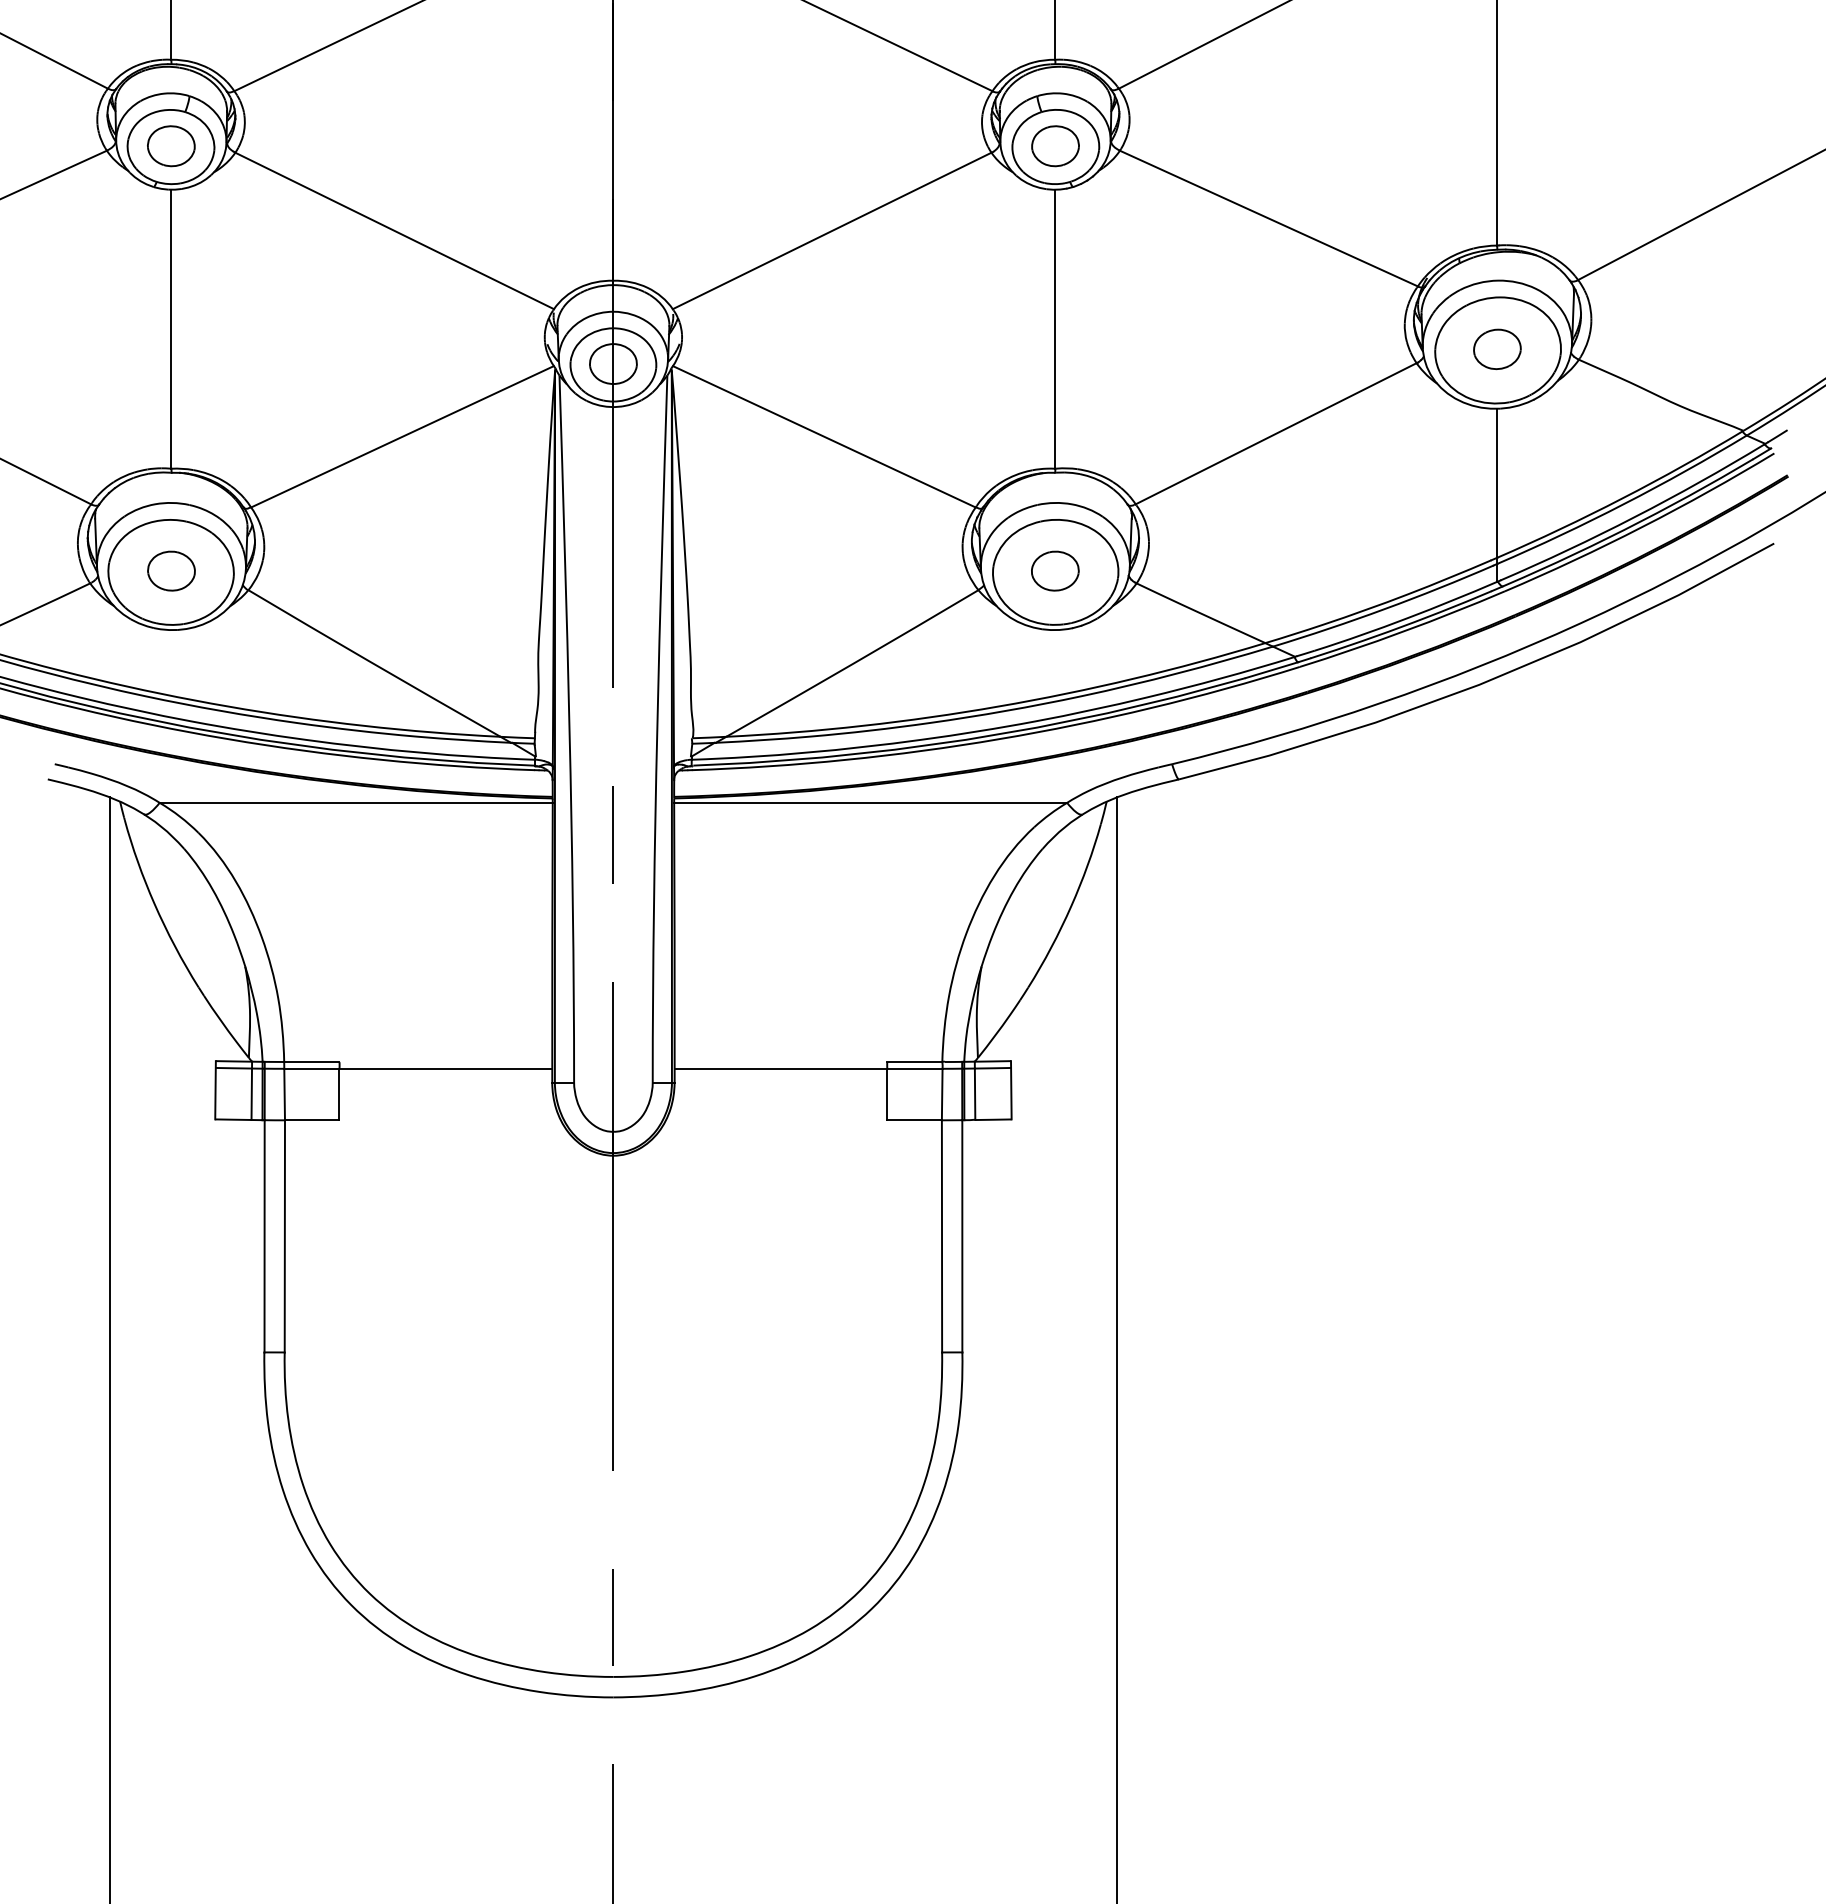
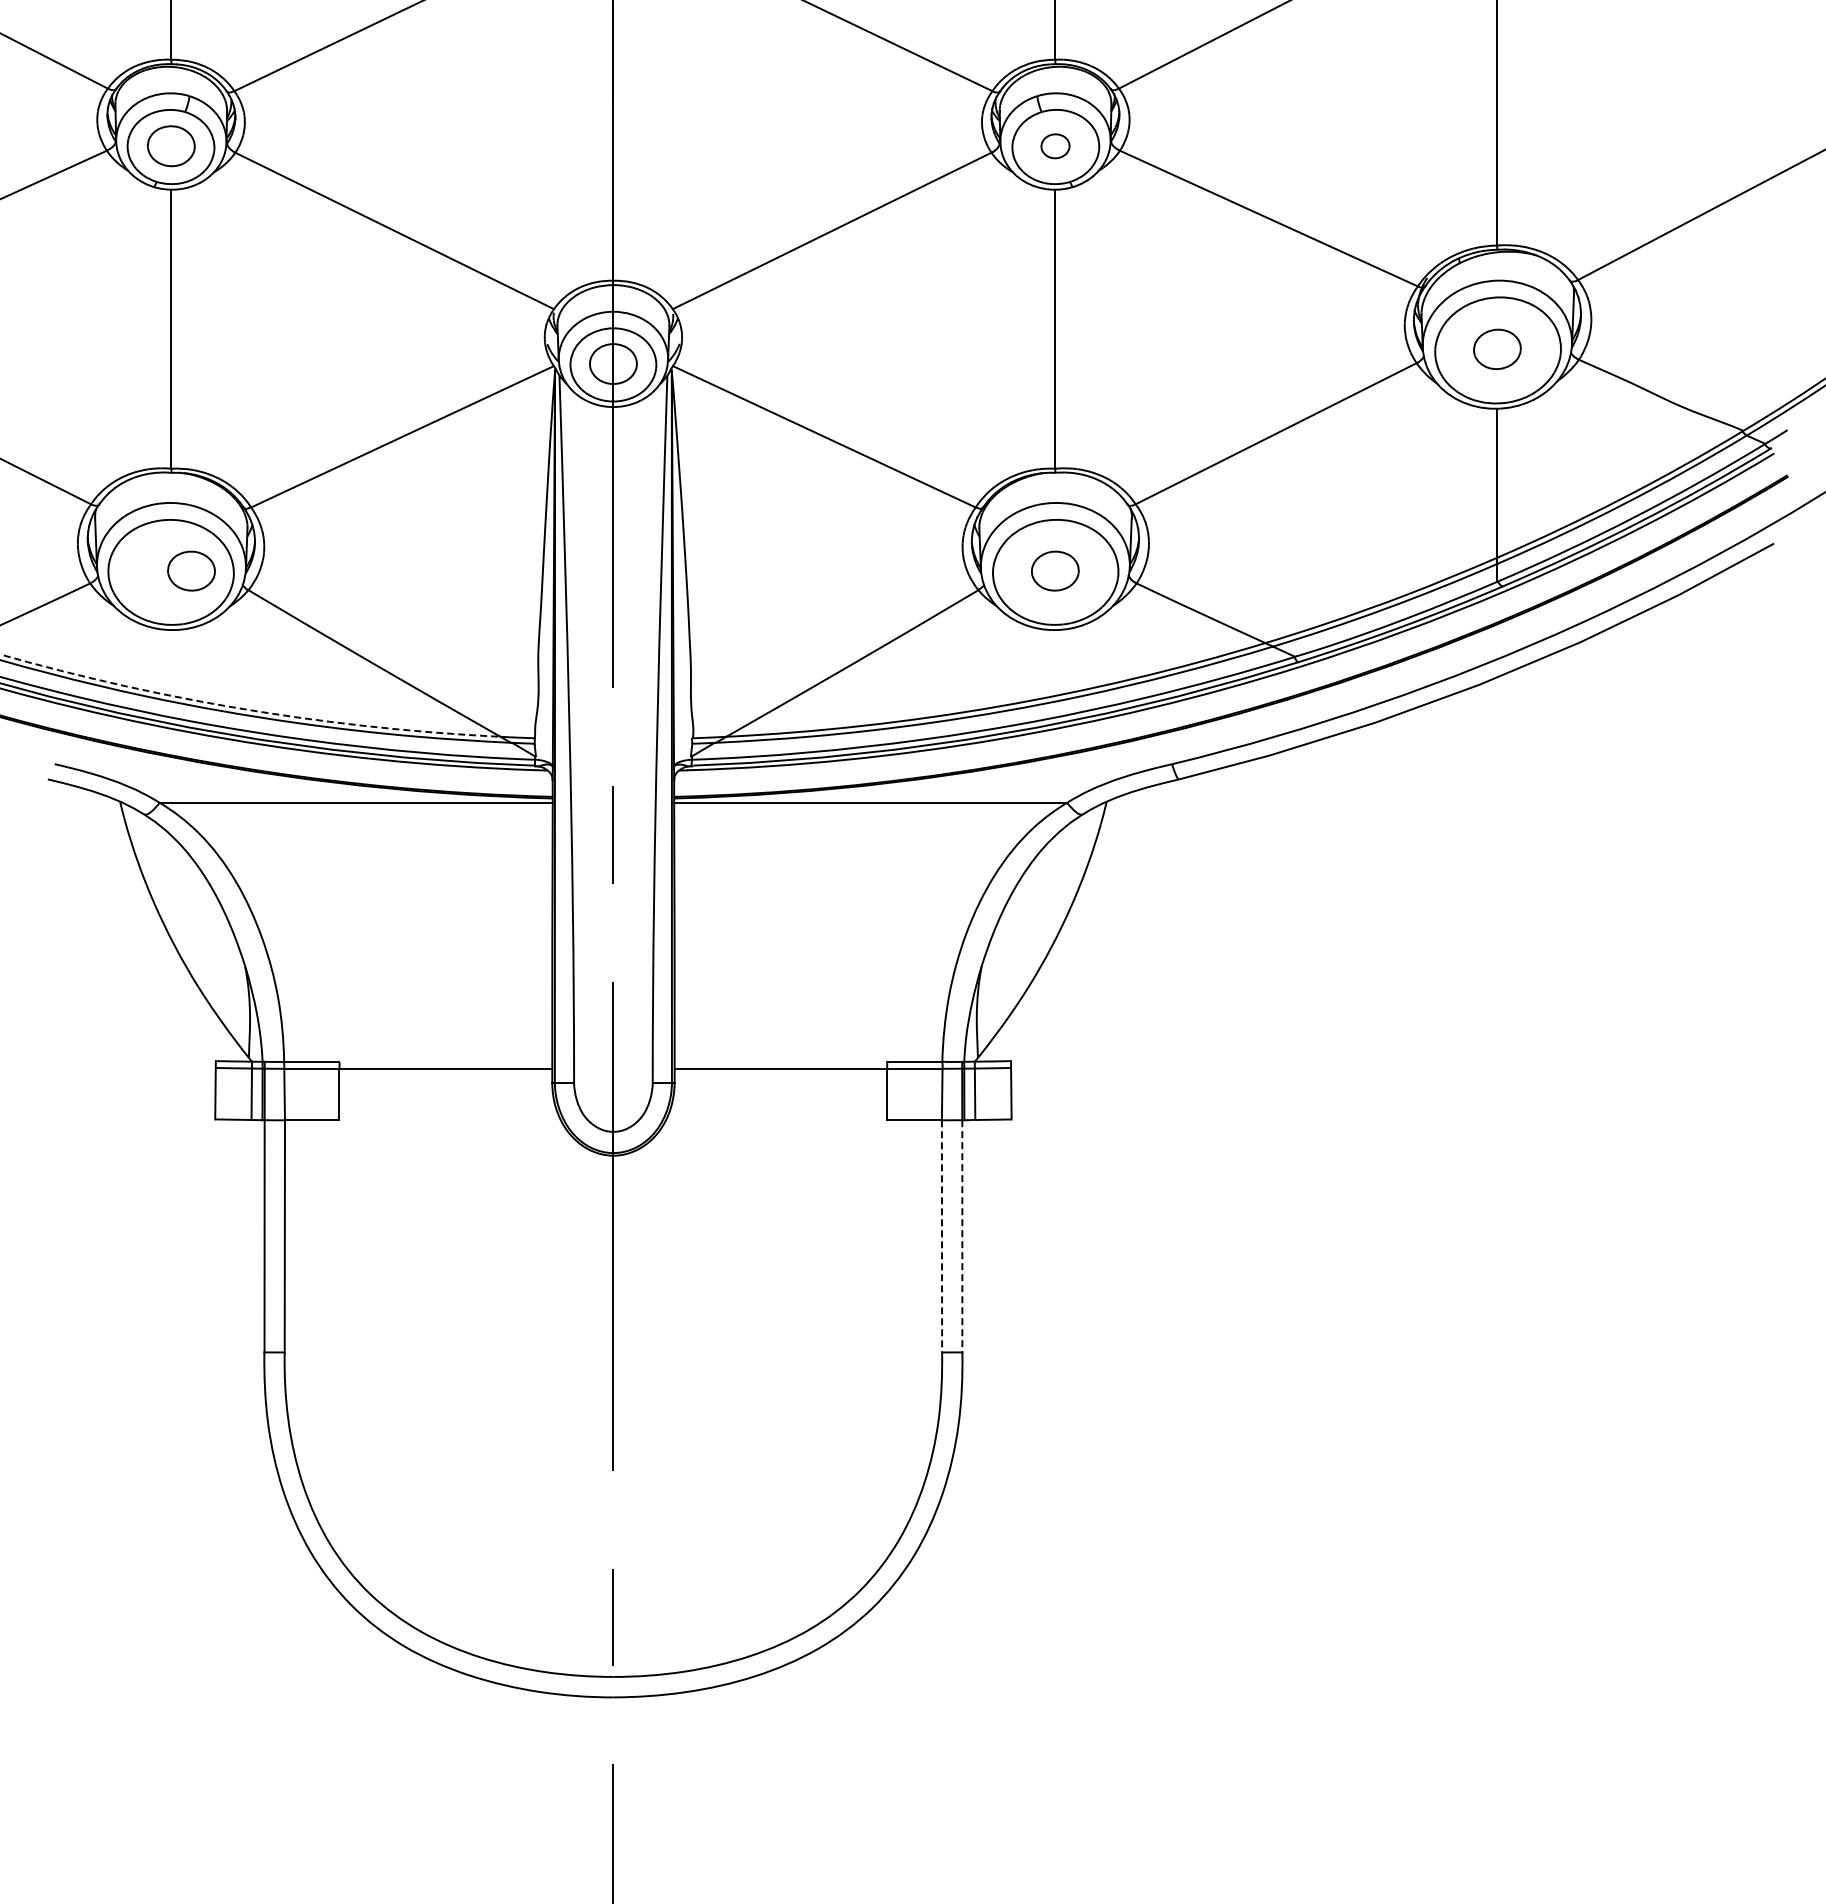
part at (1055, 146) size: 49x43 px -> 31x27 px
part at (171, 570) position: (171, 570) -> (191, 570)
arc at (248, 709): solid -> dashed
line at (942, 1236): solid -> dashed
line at (962, 1236): solid -> dashed
line at (109, 1348): present -> none
line at (1117, 1348): present -> none
